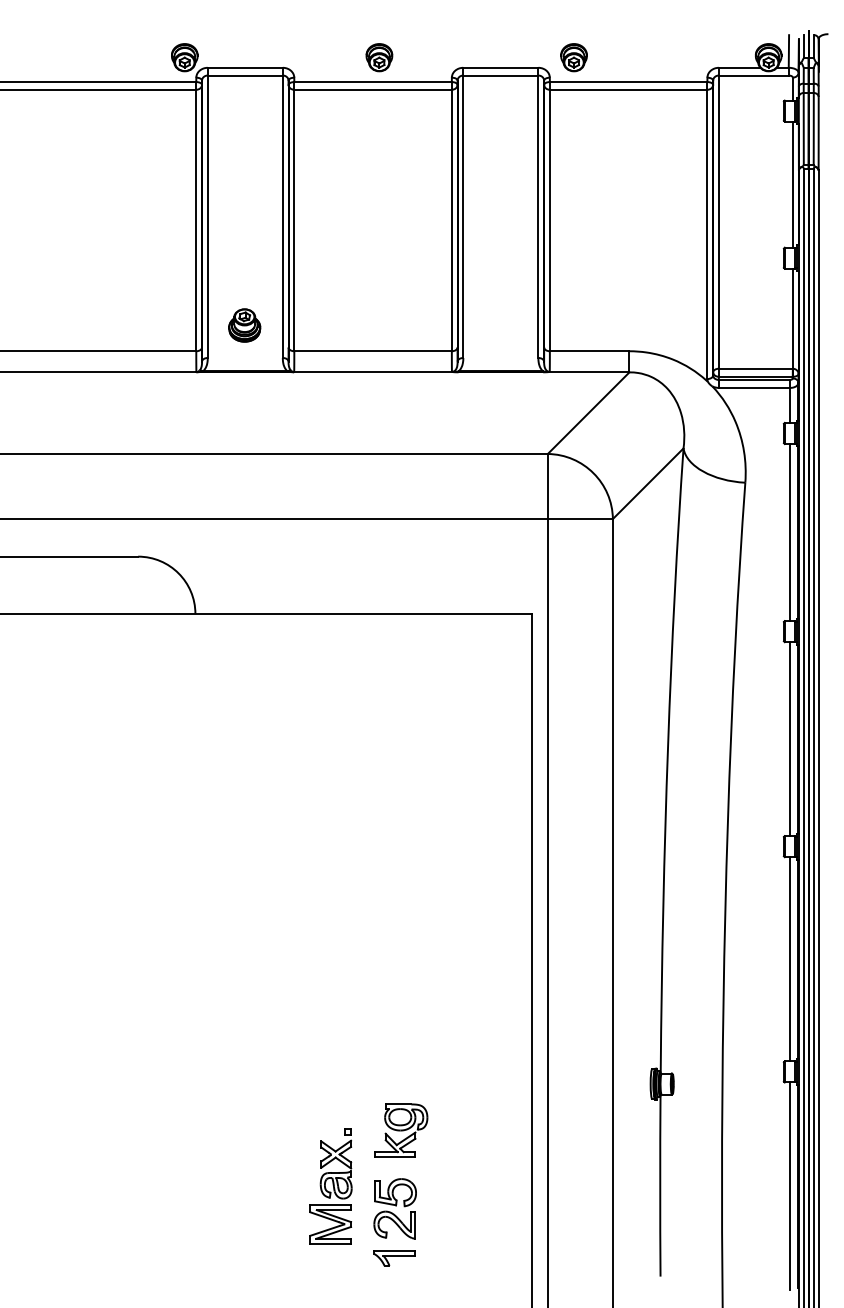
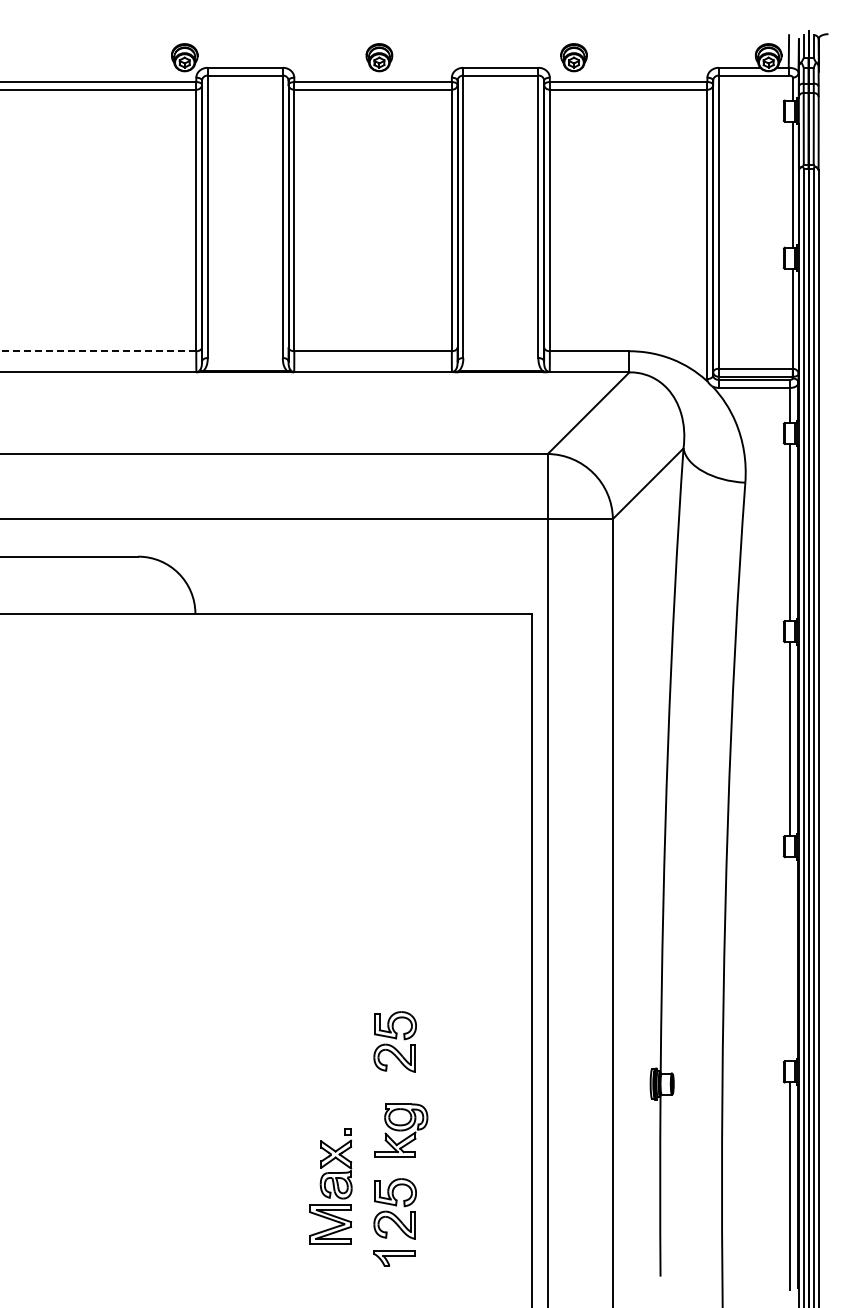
part at (244, 325): present -> none
line at (98, 351): solid -> dashed
line at (790, 959): present -> none
part at (394, 1041): none -> present
